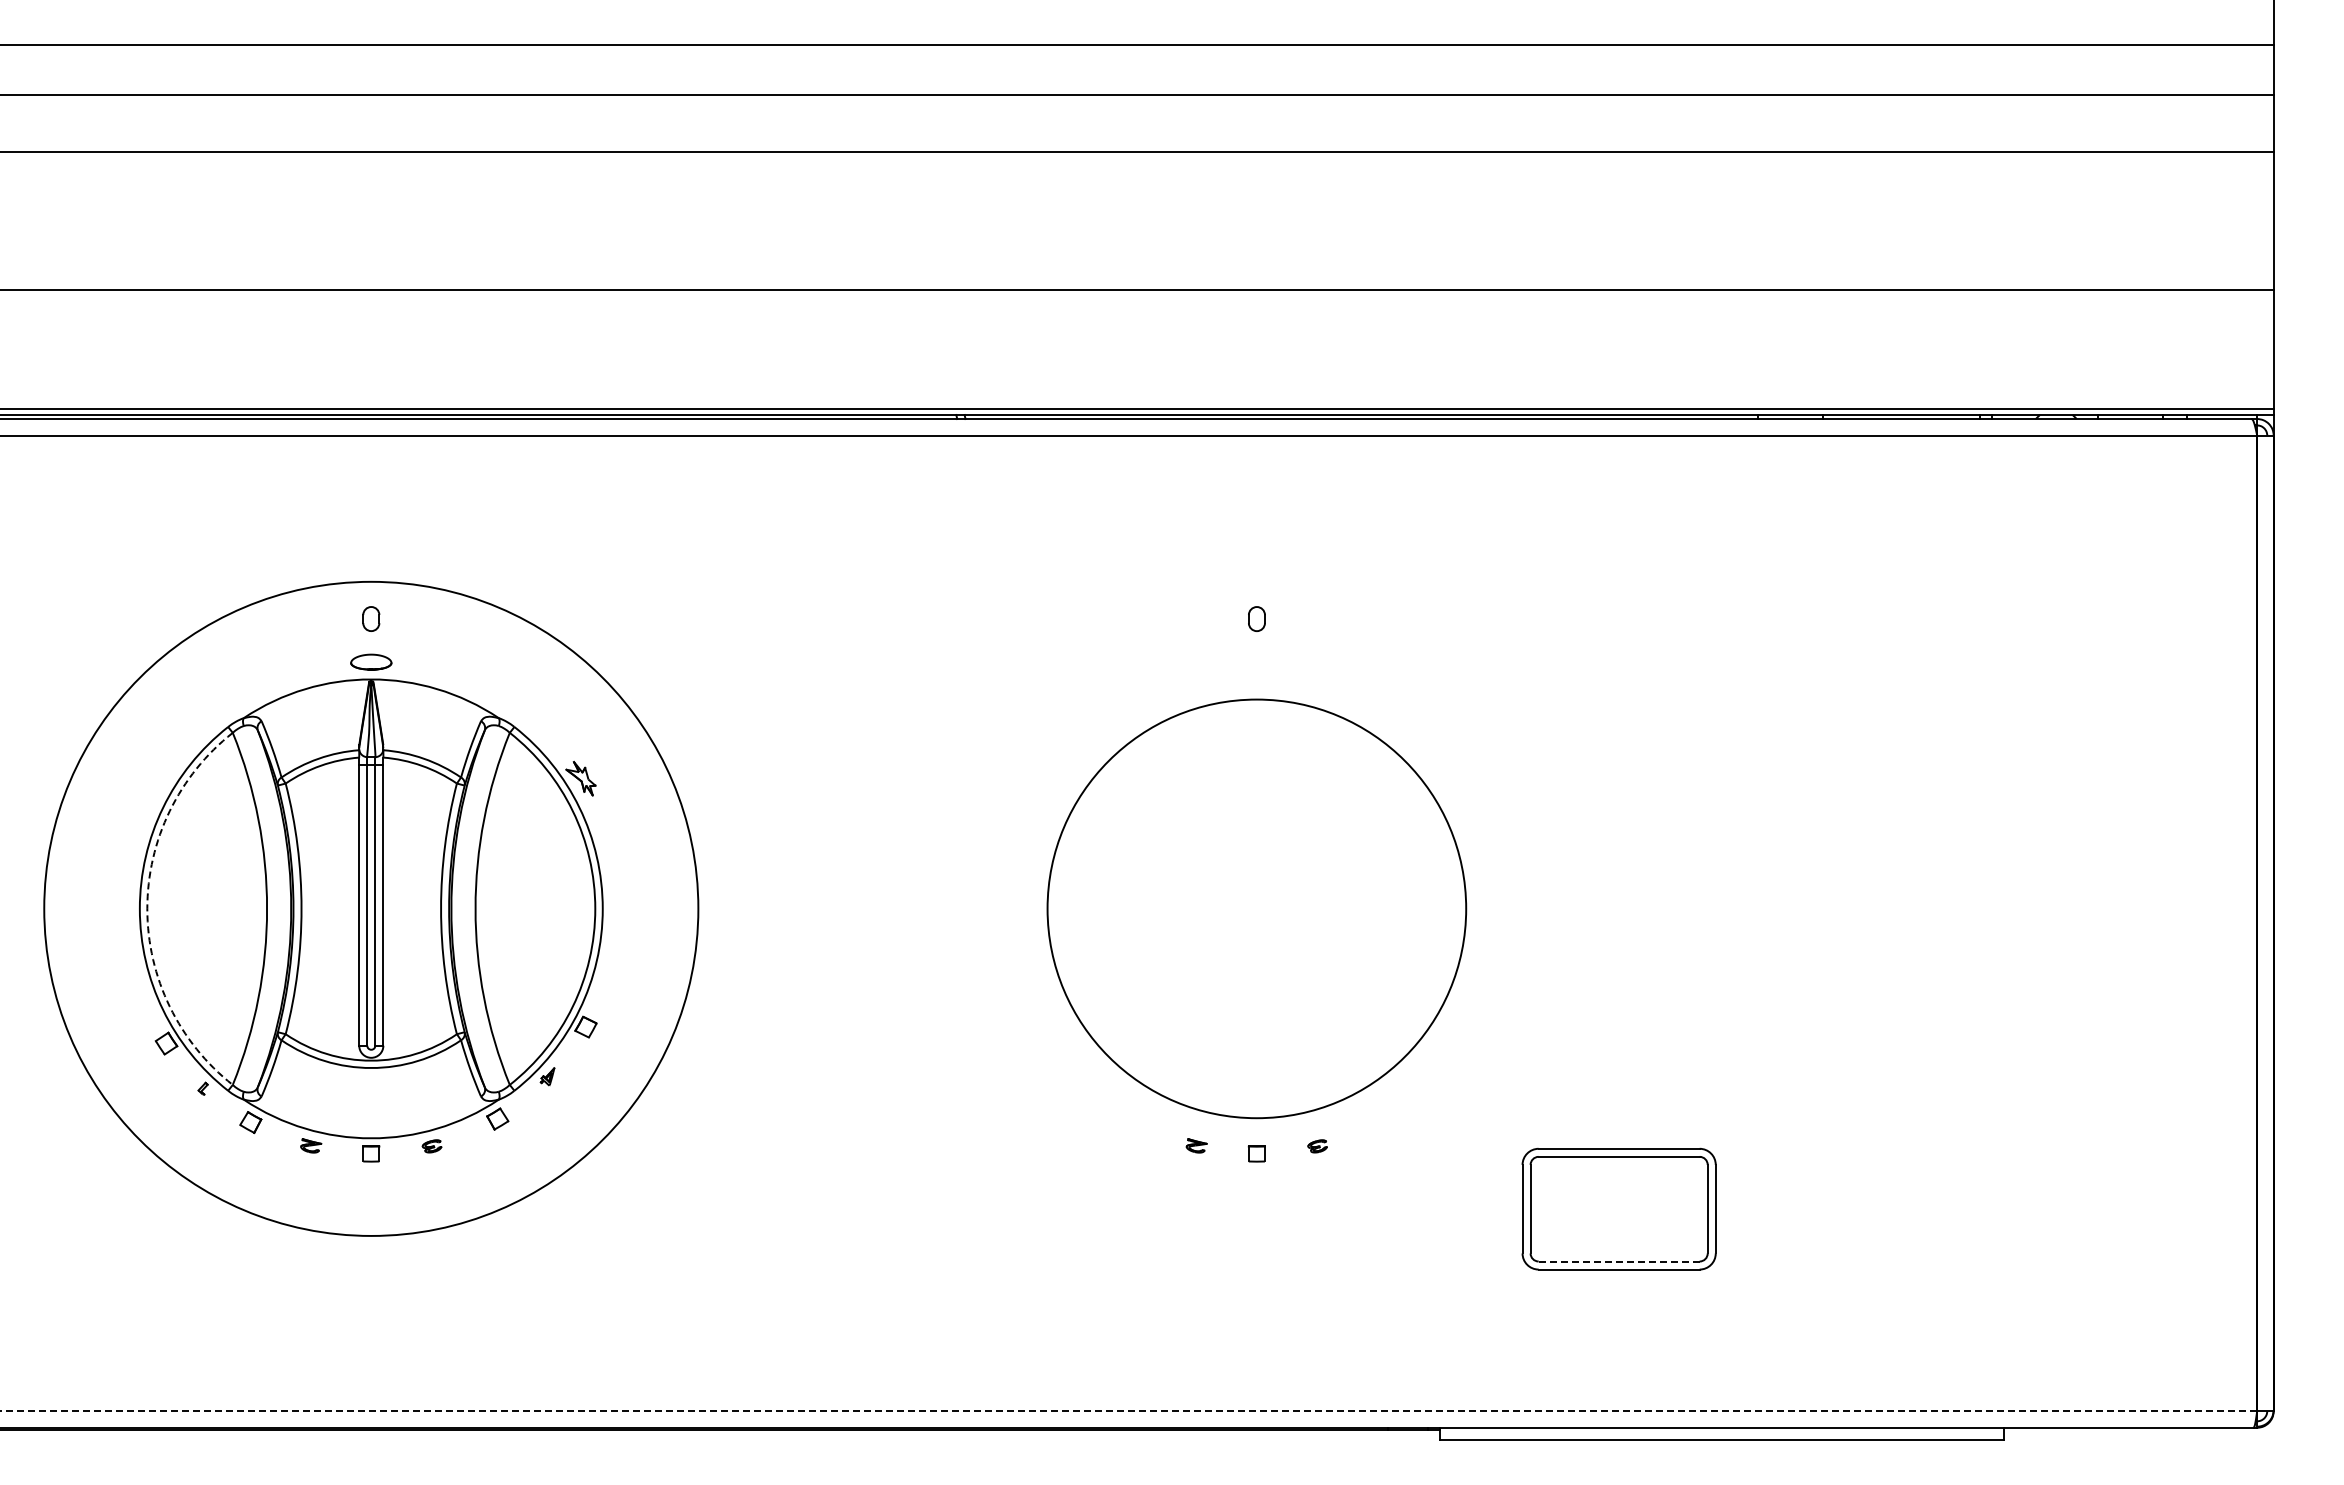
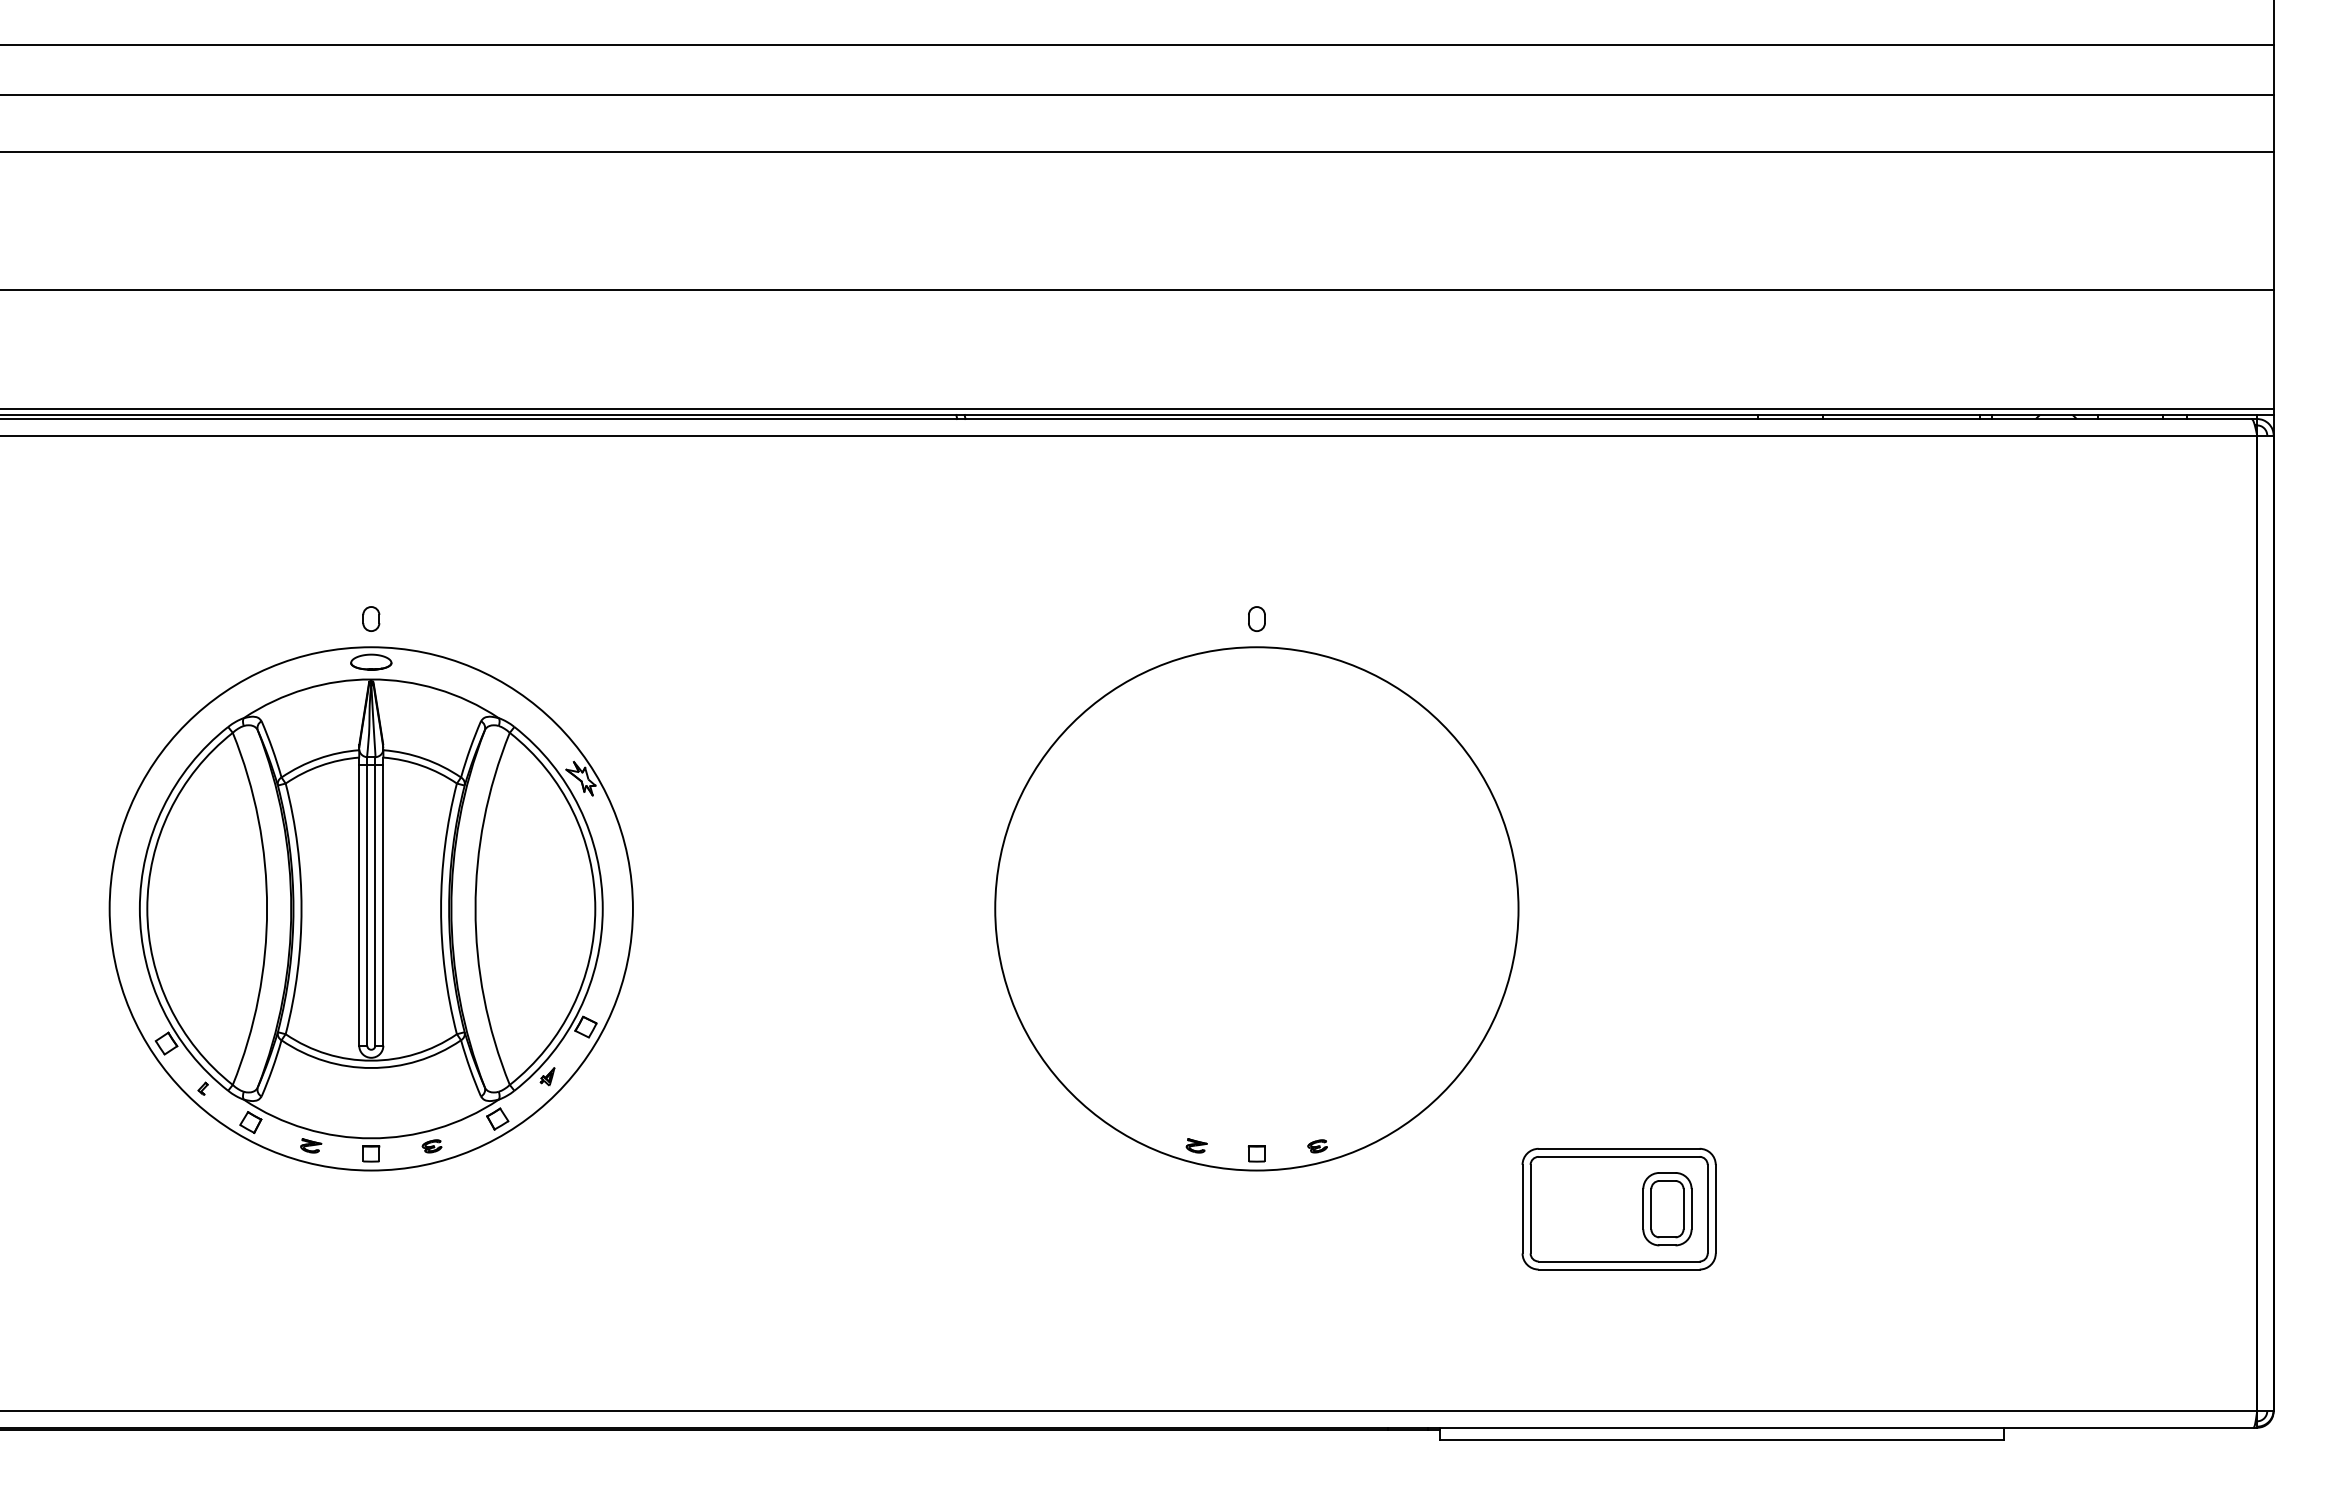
arc at (147, 908): dashed -> solid
circle at (371, 908) diameter: 654 px -> 523 px
circle at (1256, 908) diameter: 419 px -> 523 px
part at (1667, 1209): none -> present
line at (1619, 1261): dashed -> solid
line at (1129, 1411): dashed -> solid
